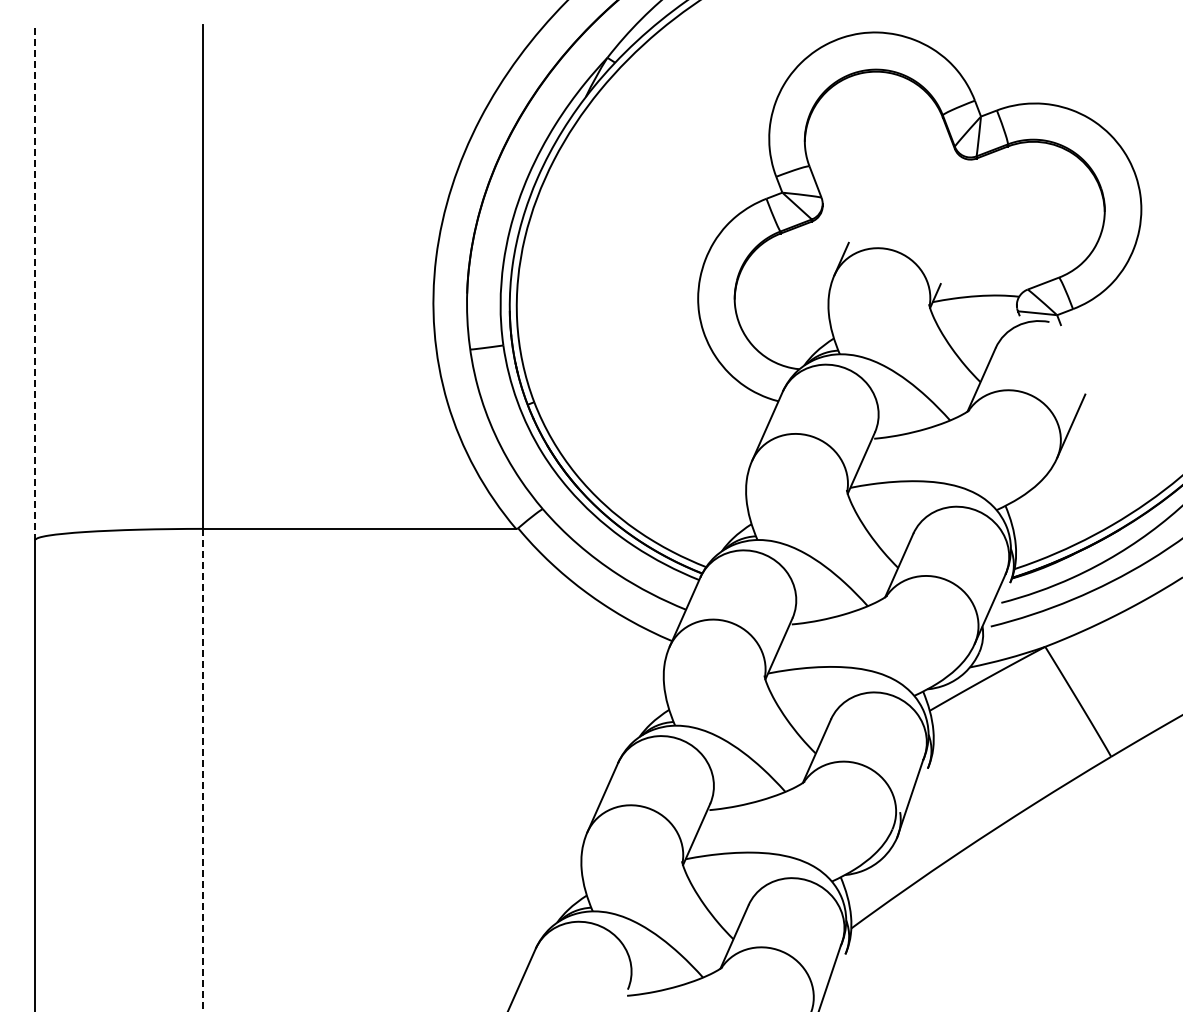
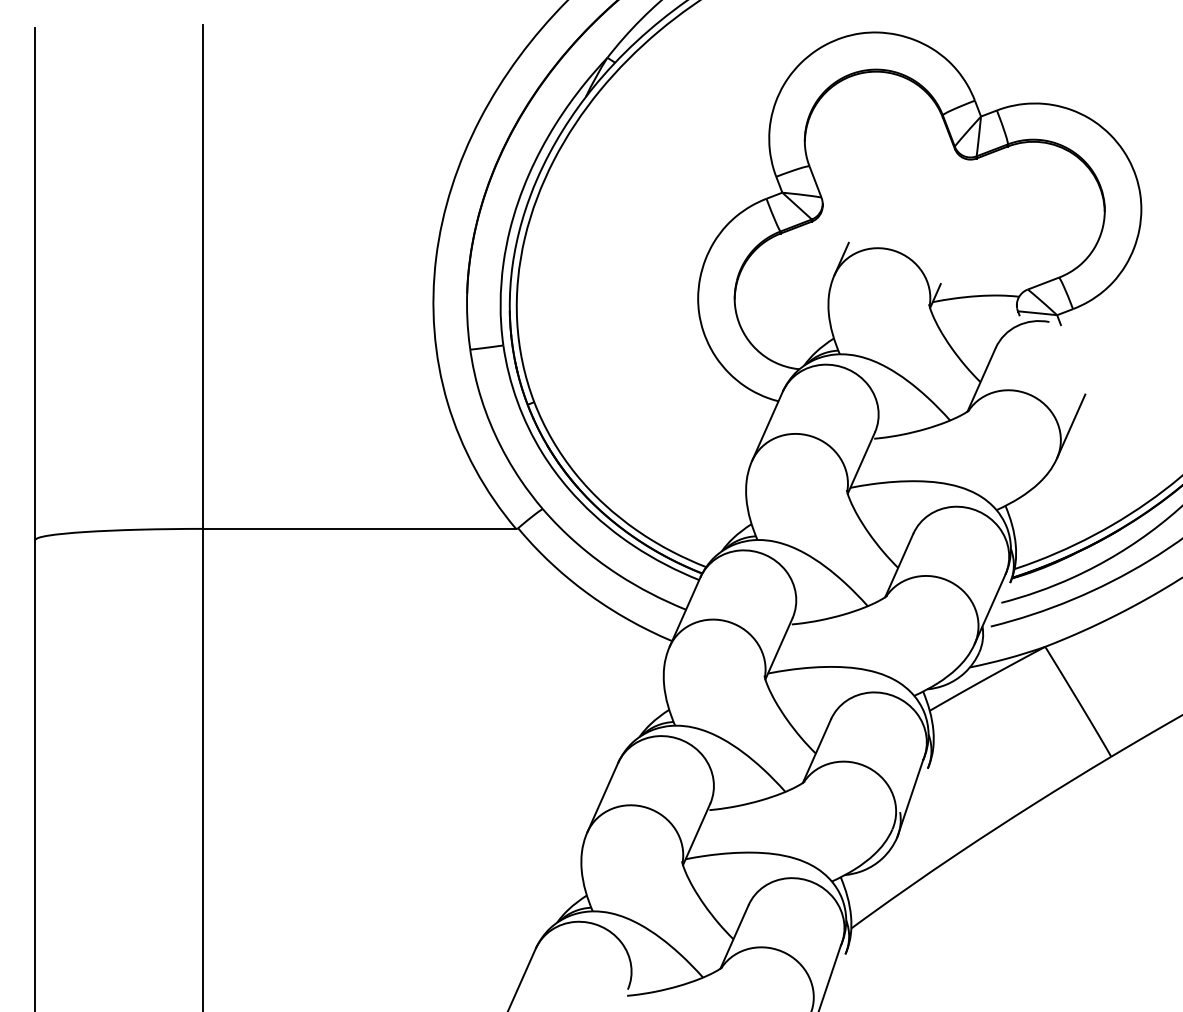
line at (35, 284): dashed -> solid
line at (203, 770): dashed -> solid
